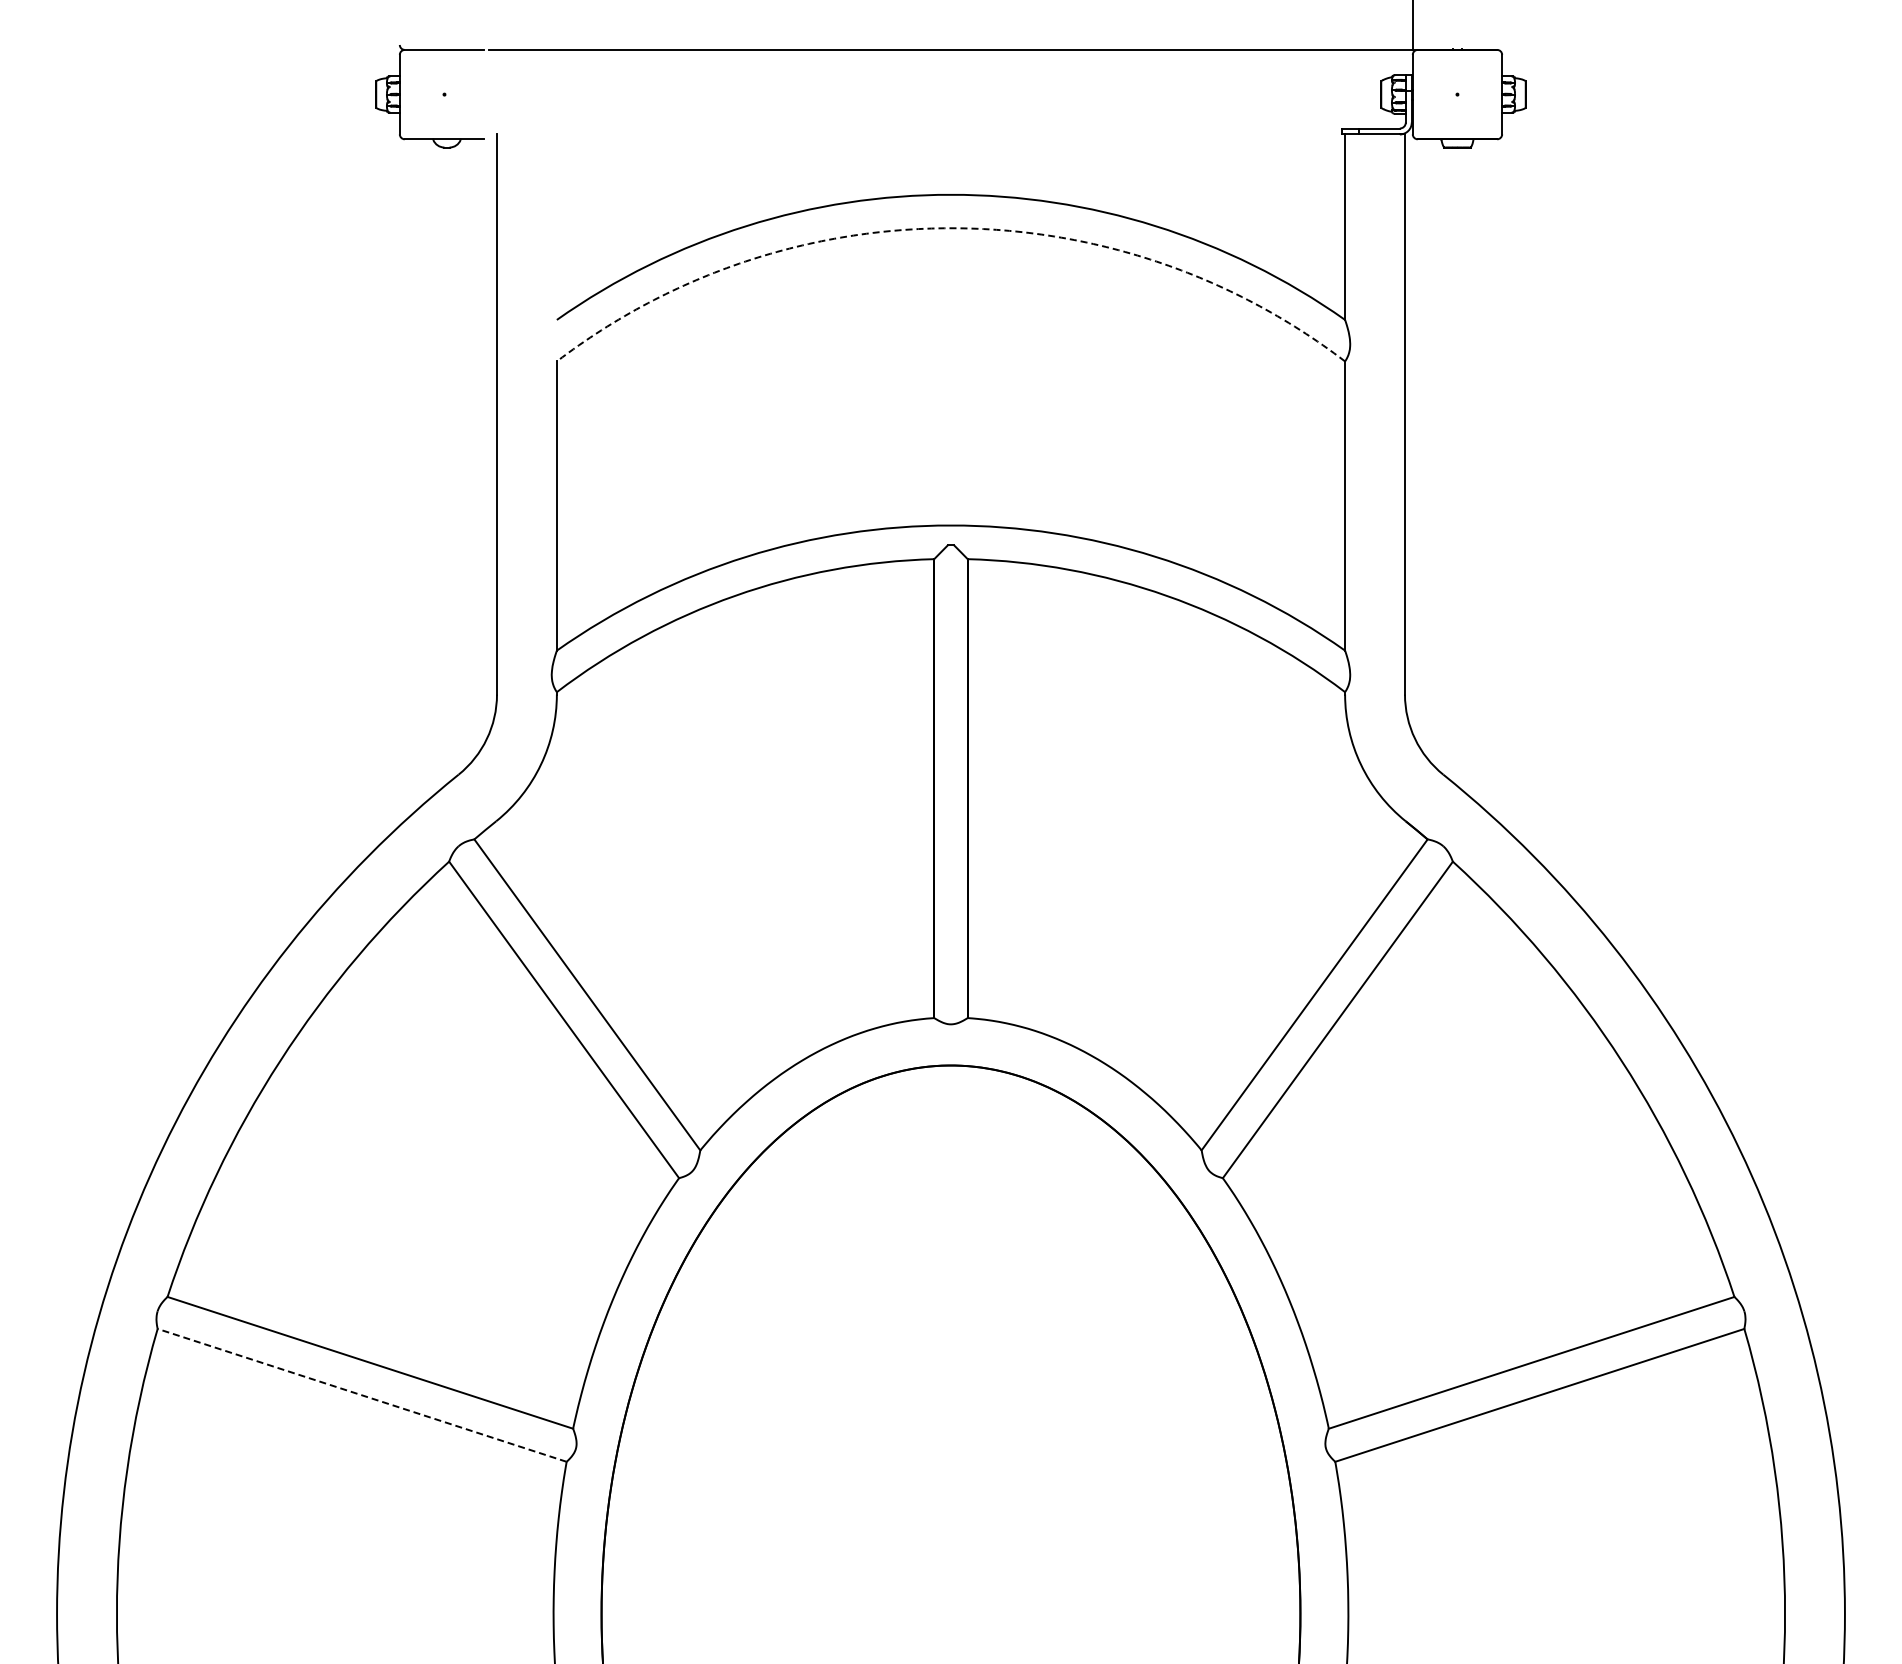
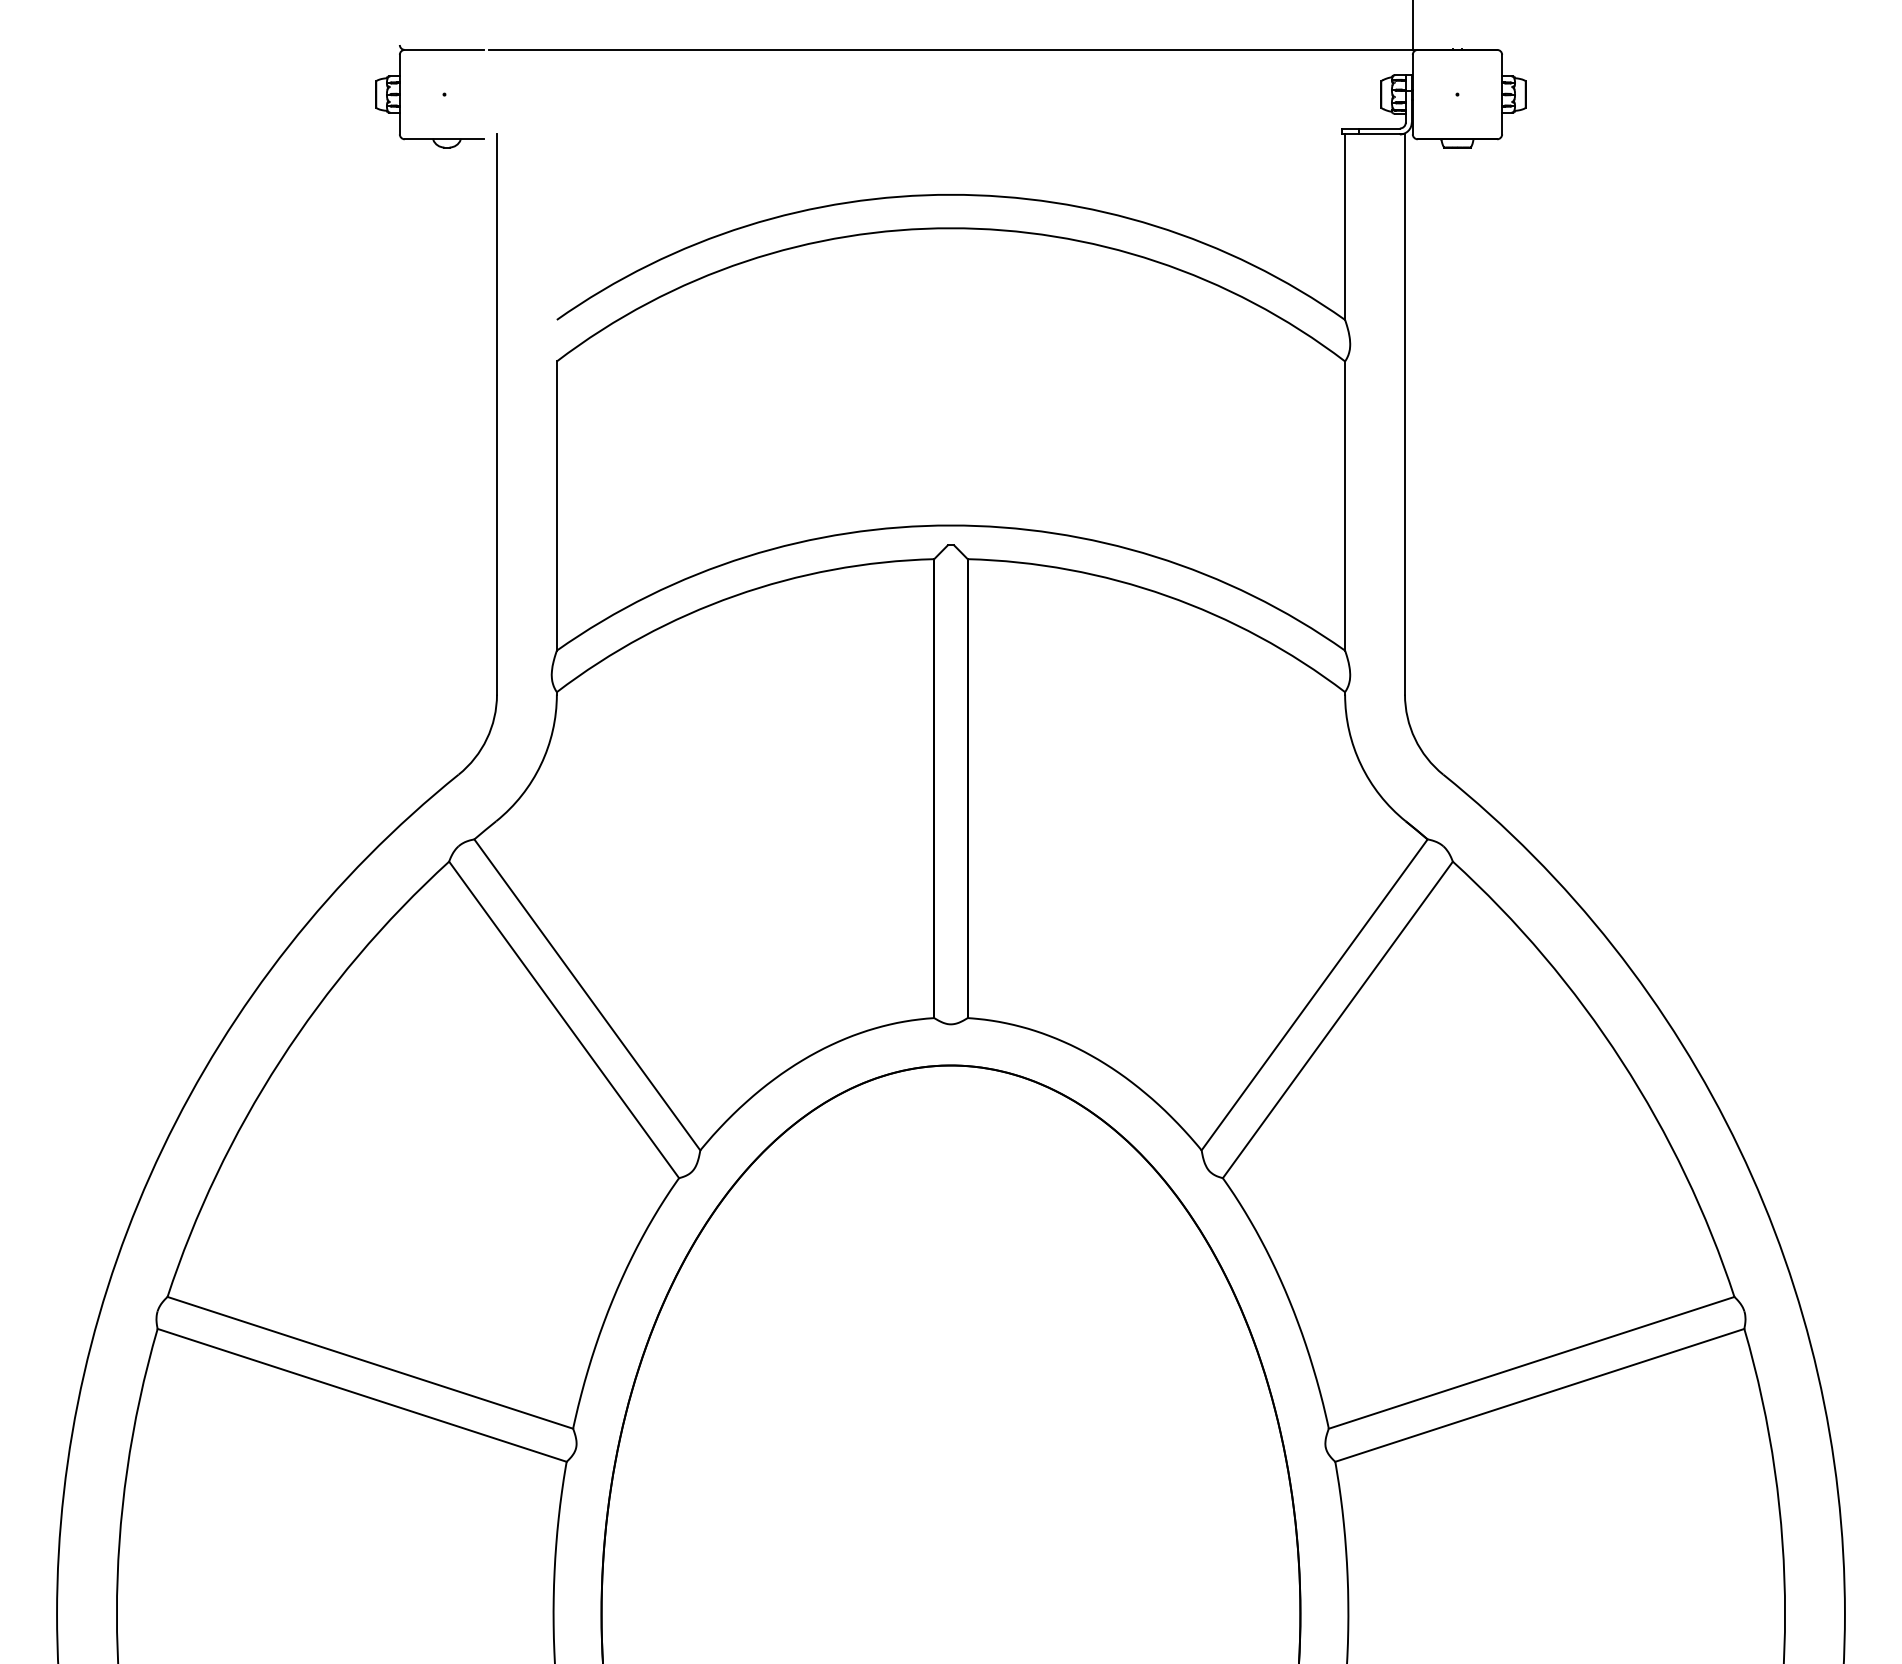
arc at (951, 228): dashed -> solid
line at (361, 1395): dashed -> solid
